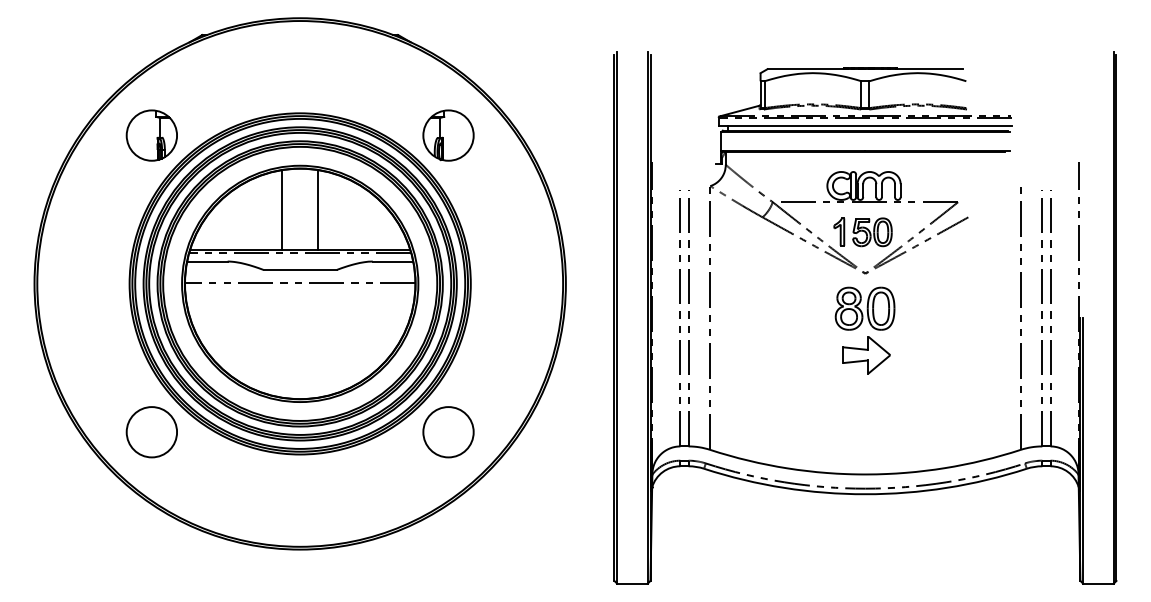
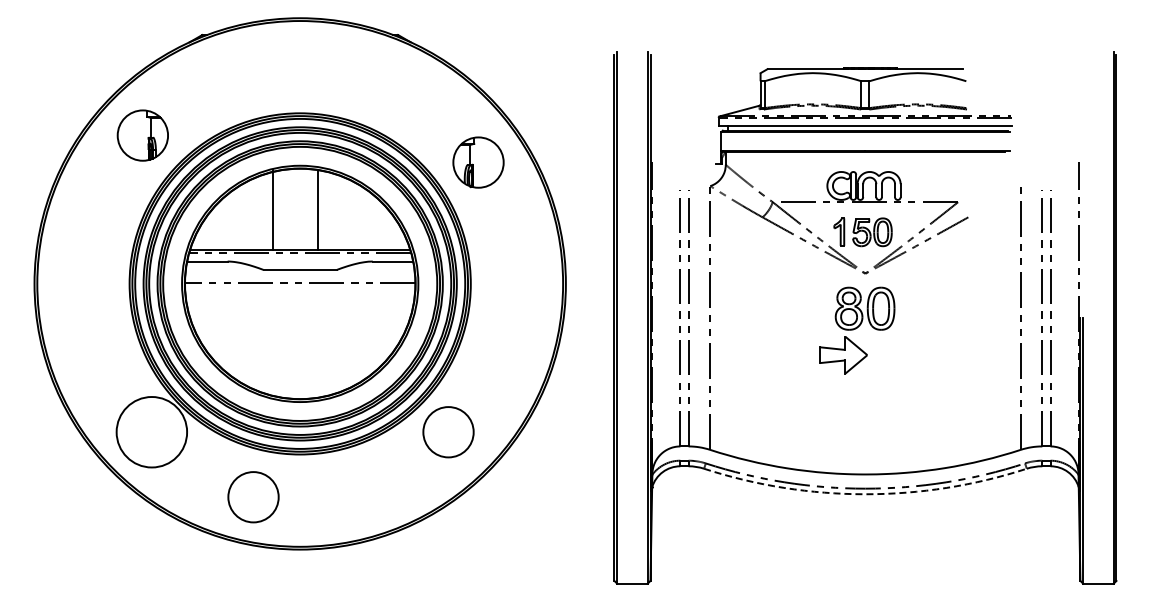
part at (151, 135) position: (151, 135) -> (142, 135)
part at (448, 135) position: (448, 135) -> (478, 162)
line at (282, 210) position: (282, 210) -> (273, 210)
part at (866, 355) position: (866, 355) -> (843, 355)
circle at (151, 432) diameter: 50 px -> 70 px
arc at (865, 494): solid -> dashed
circle at (253, 497): none -> present
